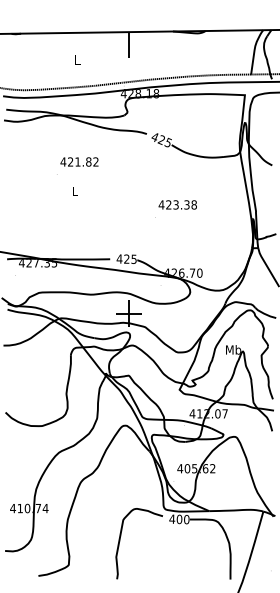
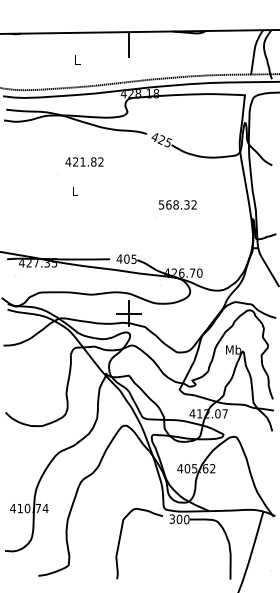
text at (79, 161) position: (79, 161) -> (84, 161)
text at (177, 204): 423.38 -> 568.32
text at (126, 258): 425 -> 405
text at (172, 518): 400 -> 300
